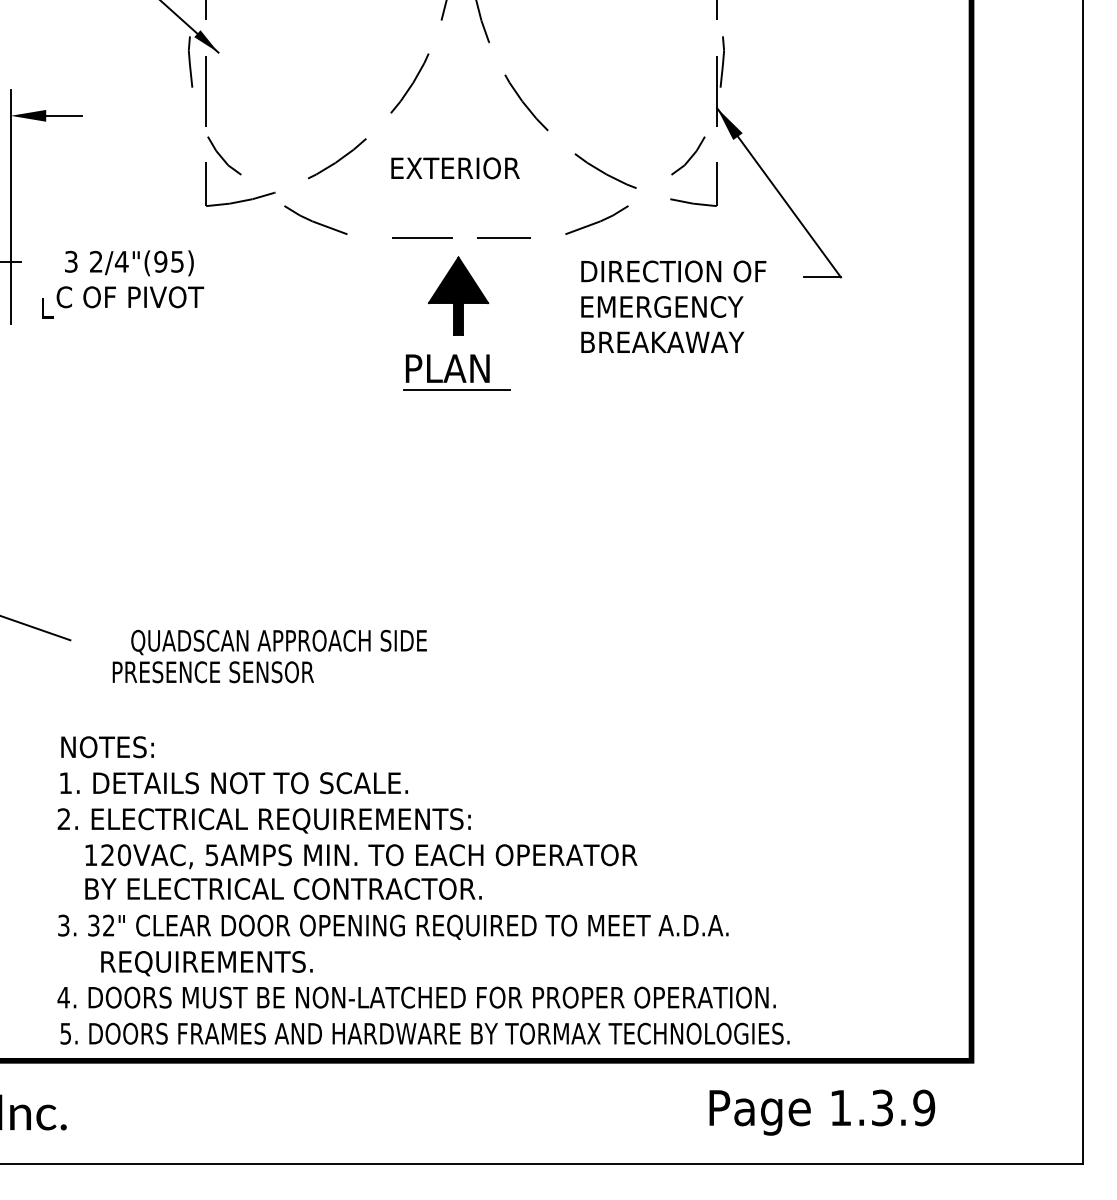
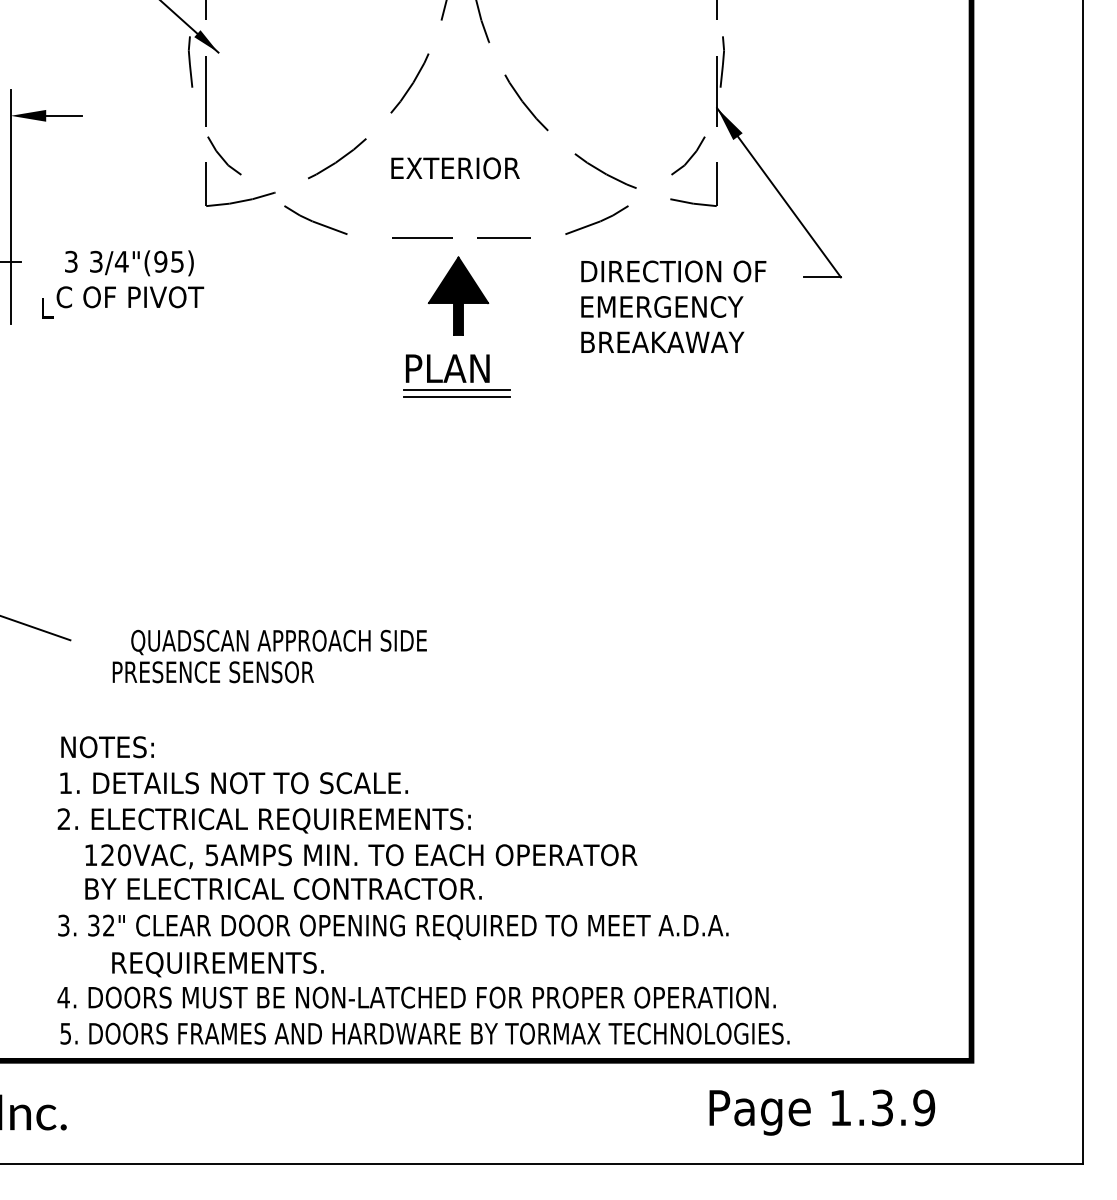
text at (96, 261): 2/4"(95) -> 3/4"(95)
line at (456, 396): none -> present
text at (206, 963) position: (206, 963) -> (217, 964)
